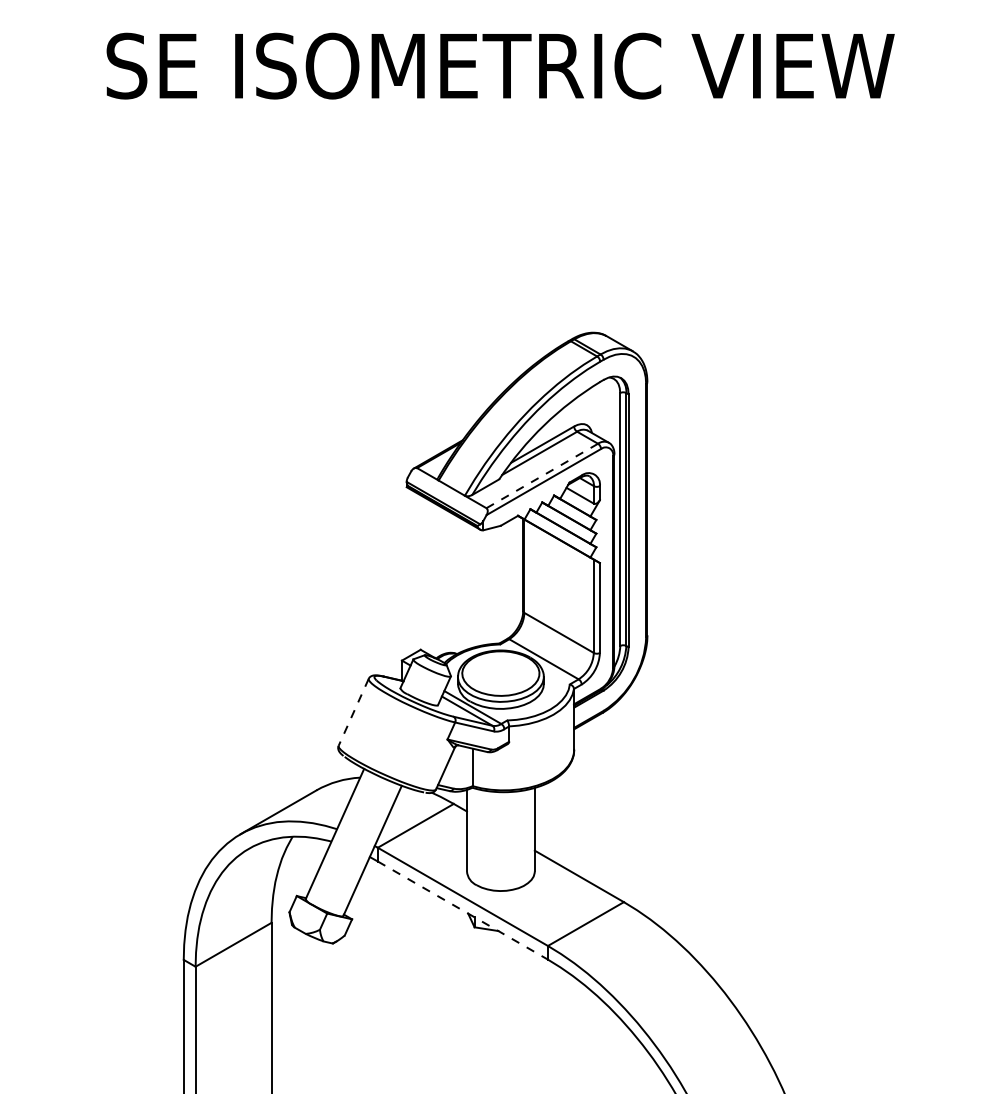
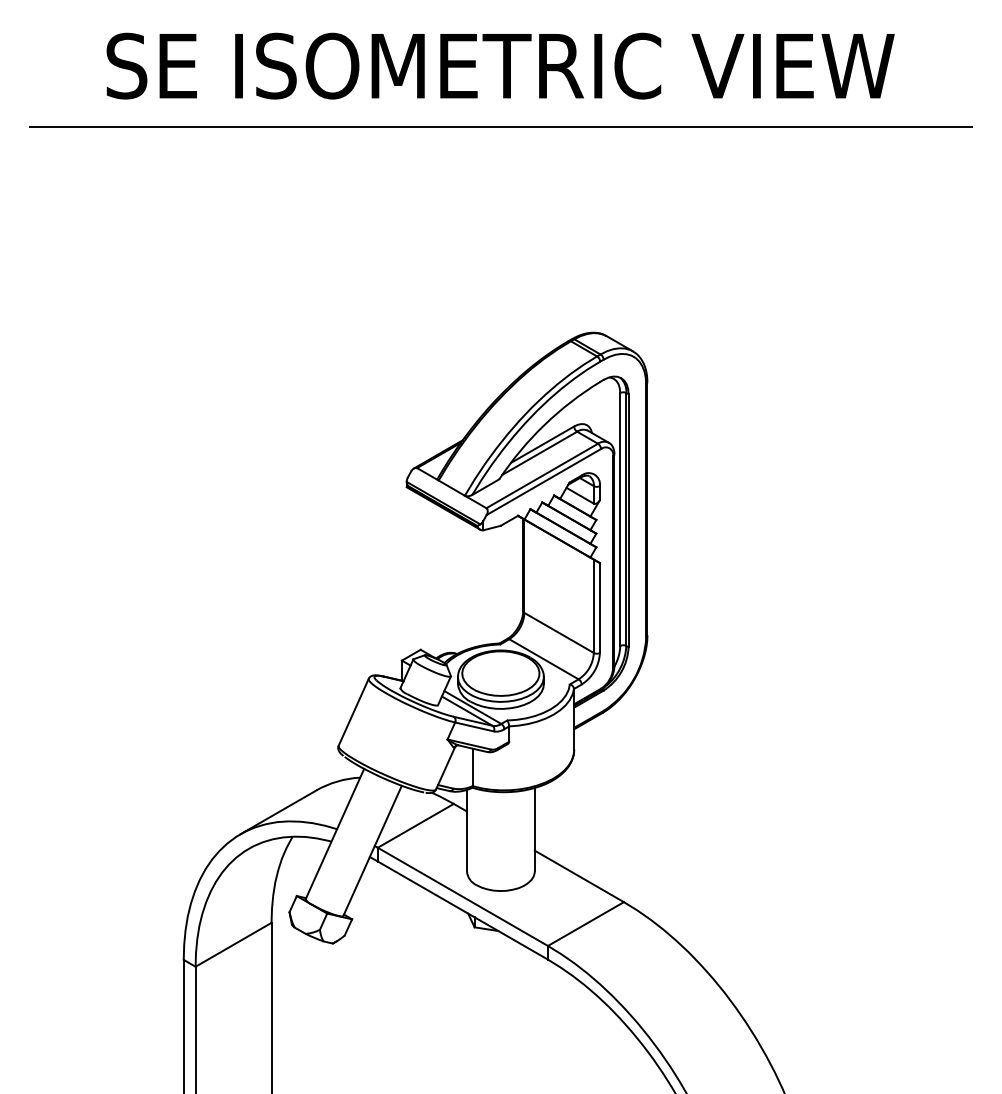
line at (500, 126): none -> present
line at (542, 475): dashed -> solid
line at (353, 712): dashed -> solid
line at (463, 910): dashed -> solid
